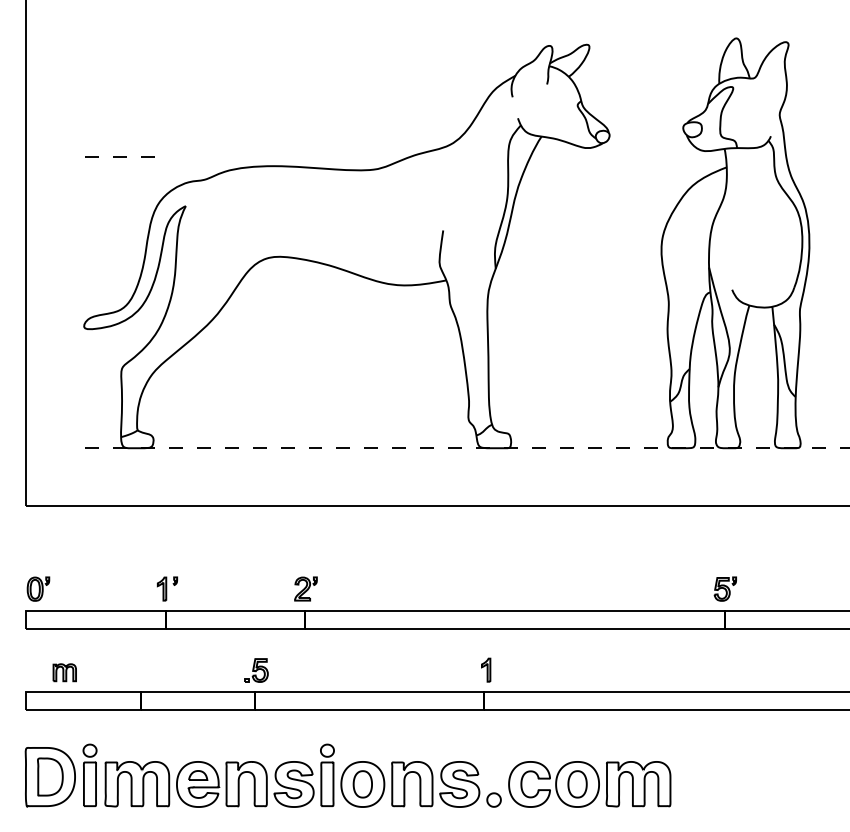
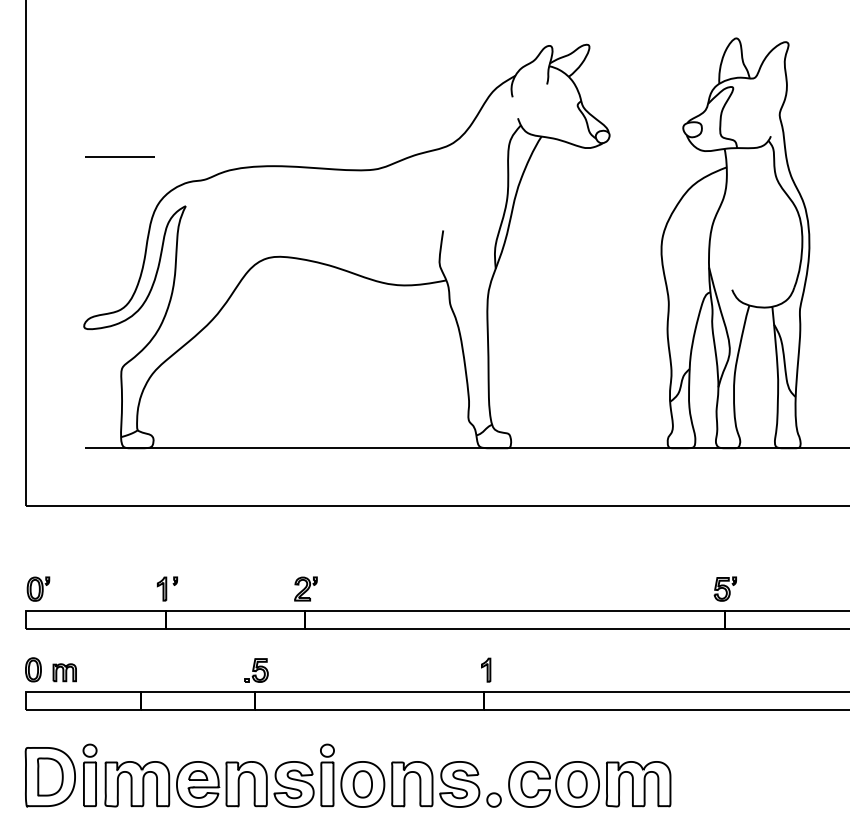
line at (119, 157): dashed -> solid
line at (467, 448): dashed -> solid
part at (33, 669): none -> present
